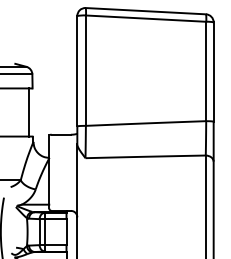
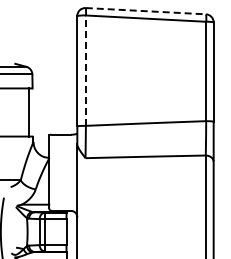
line at (146, 11): solid -> dashed
line at (85, 70): solid -> dashed
